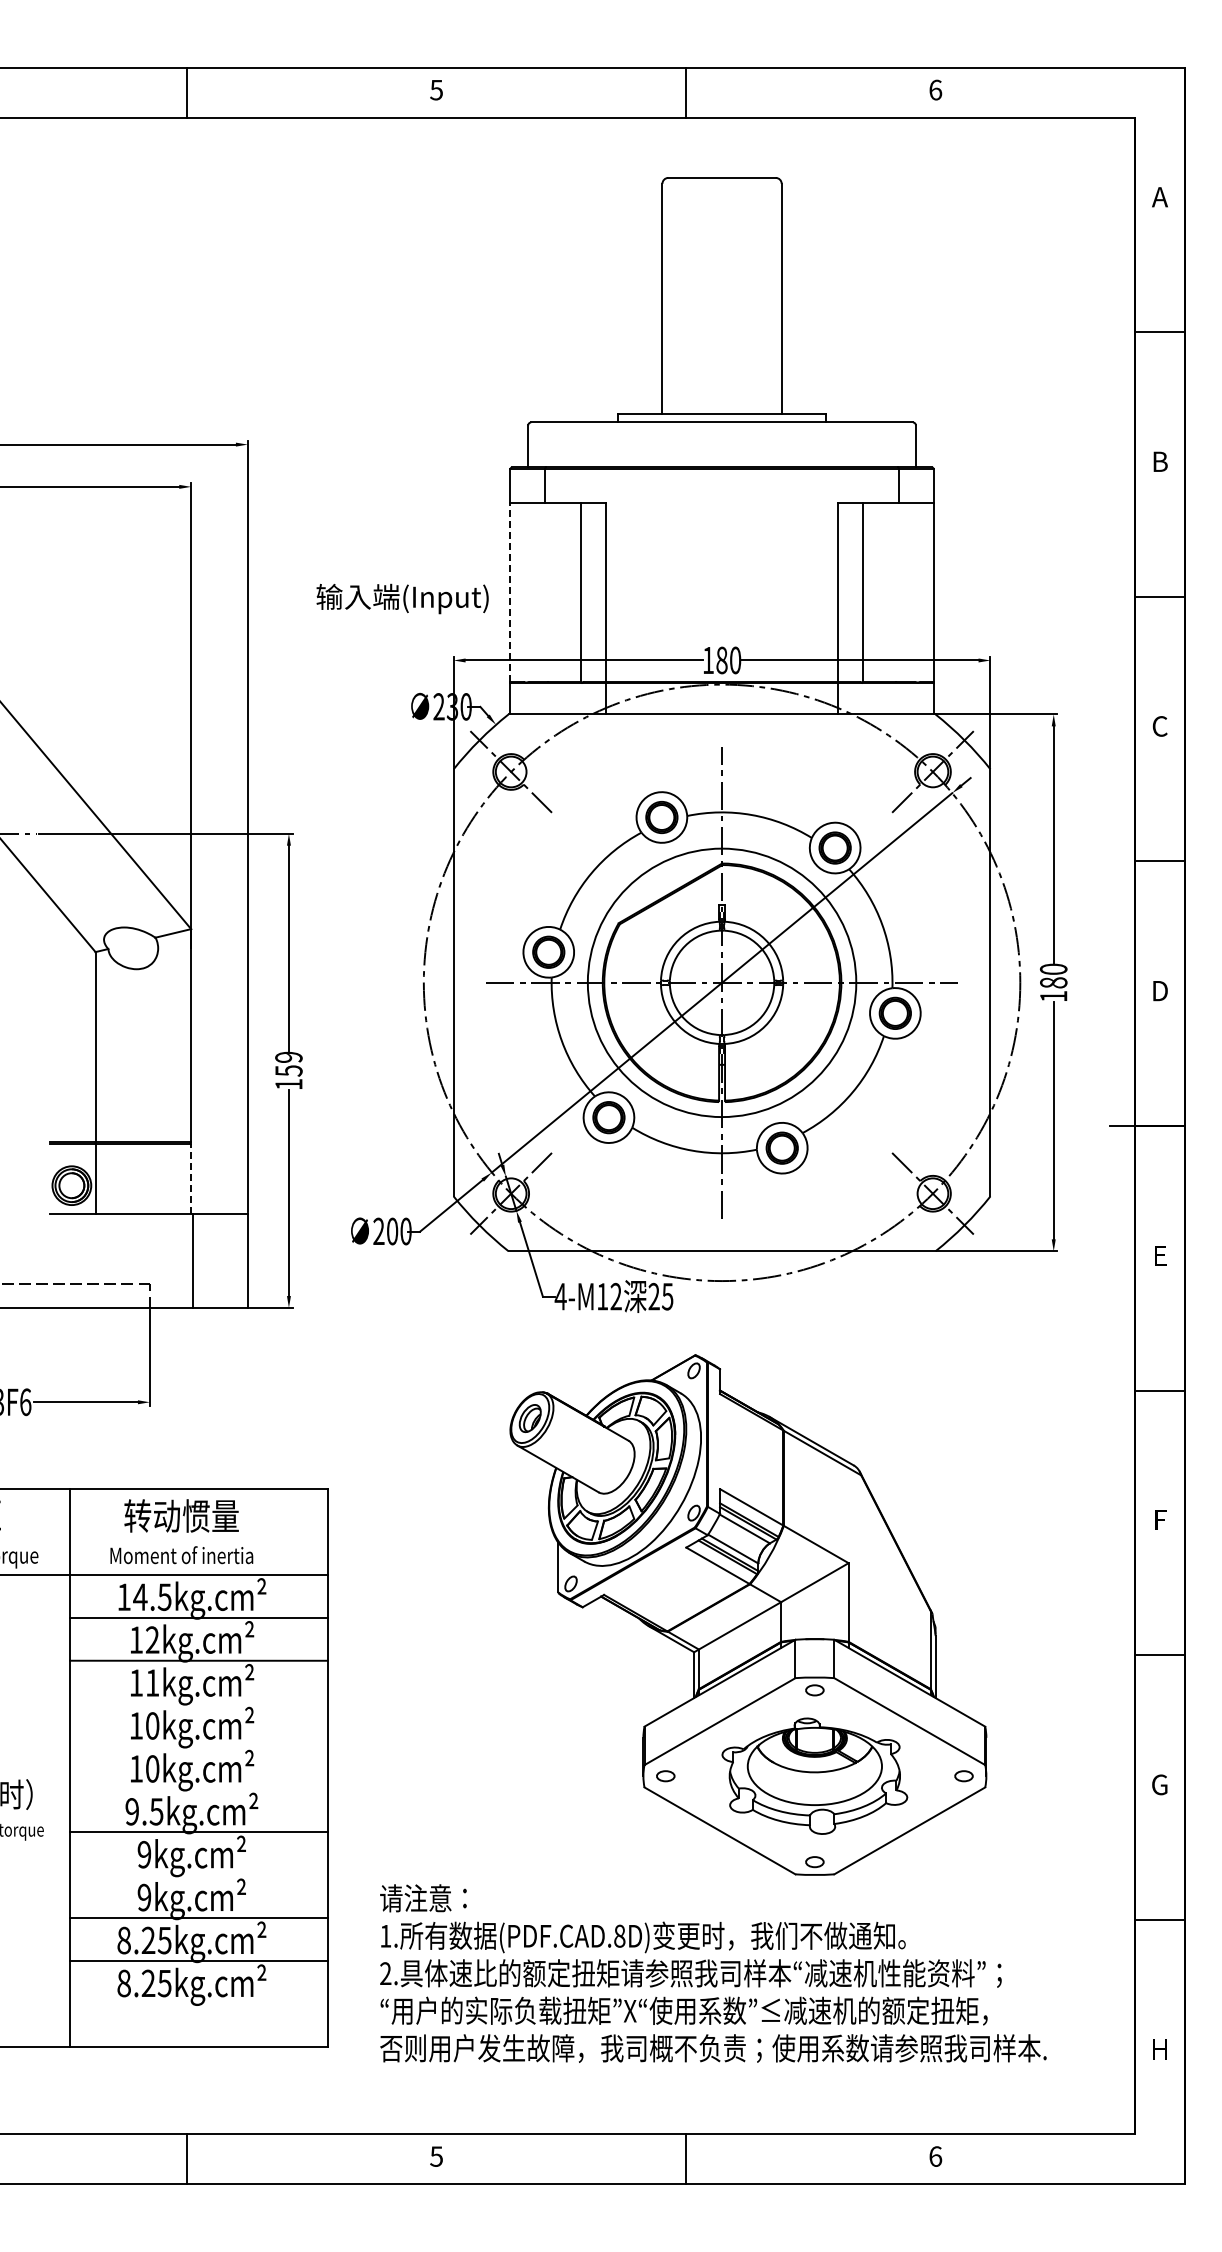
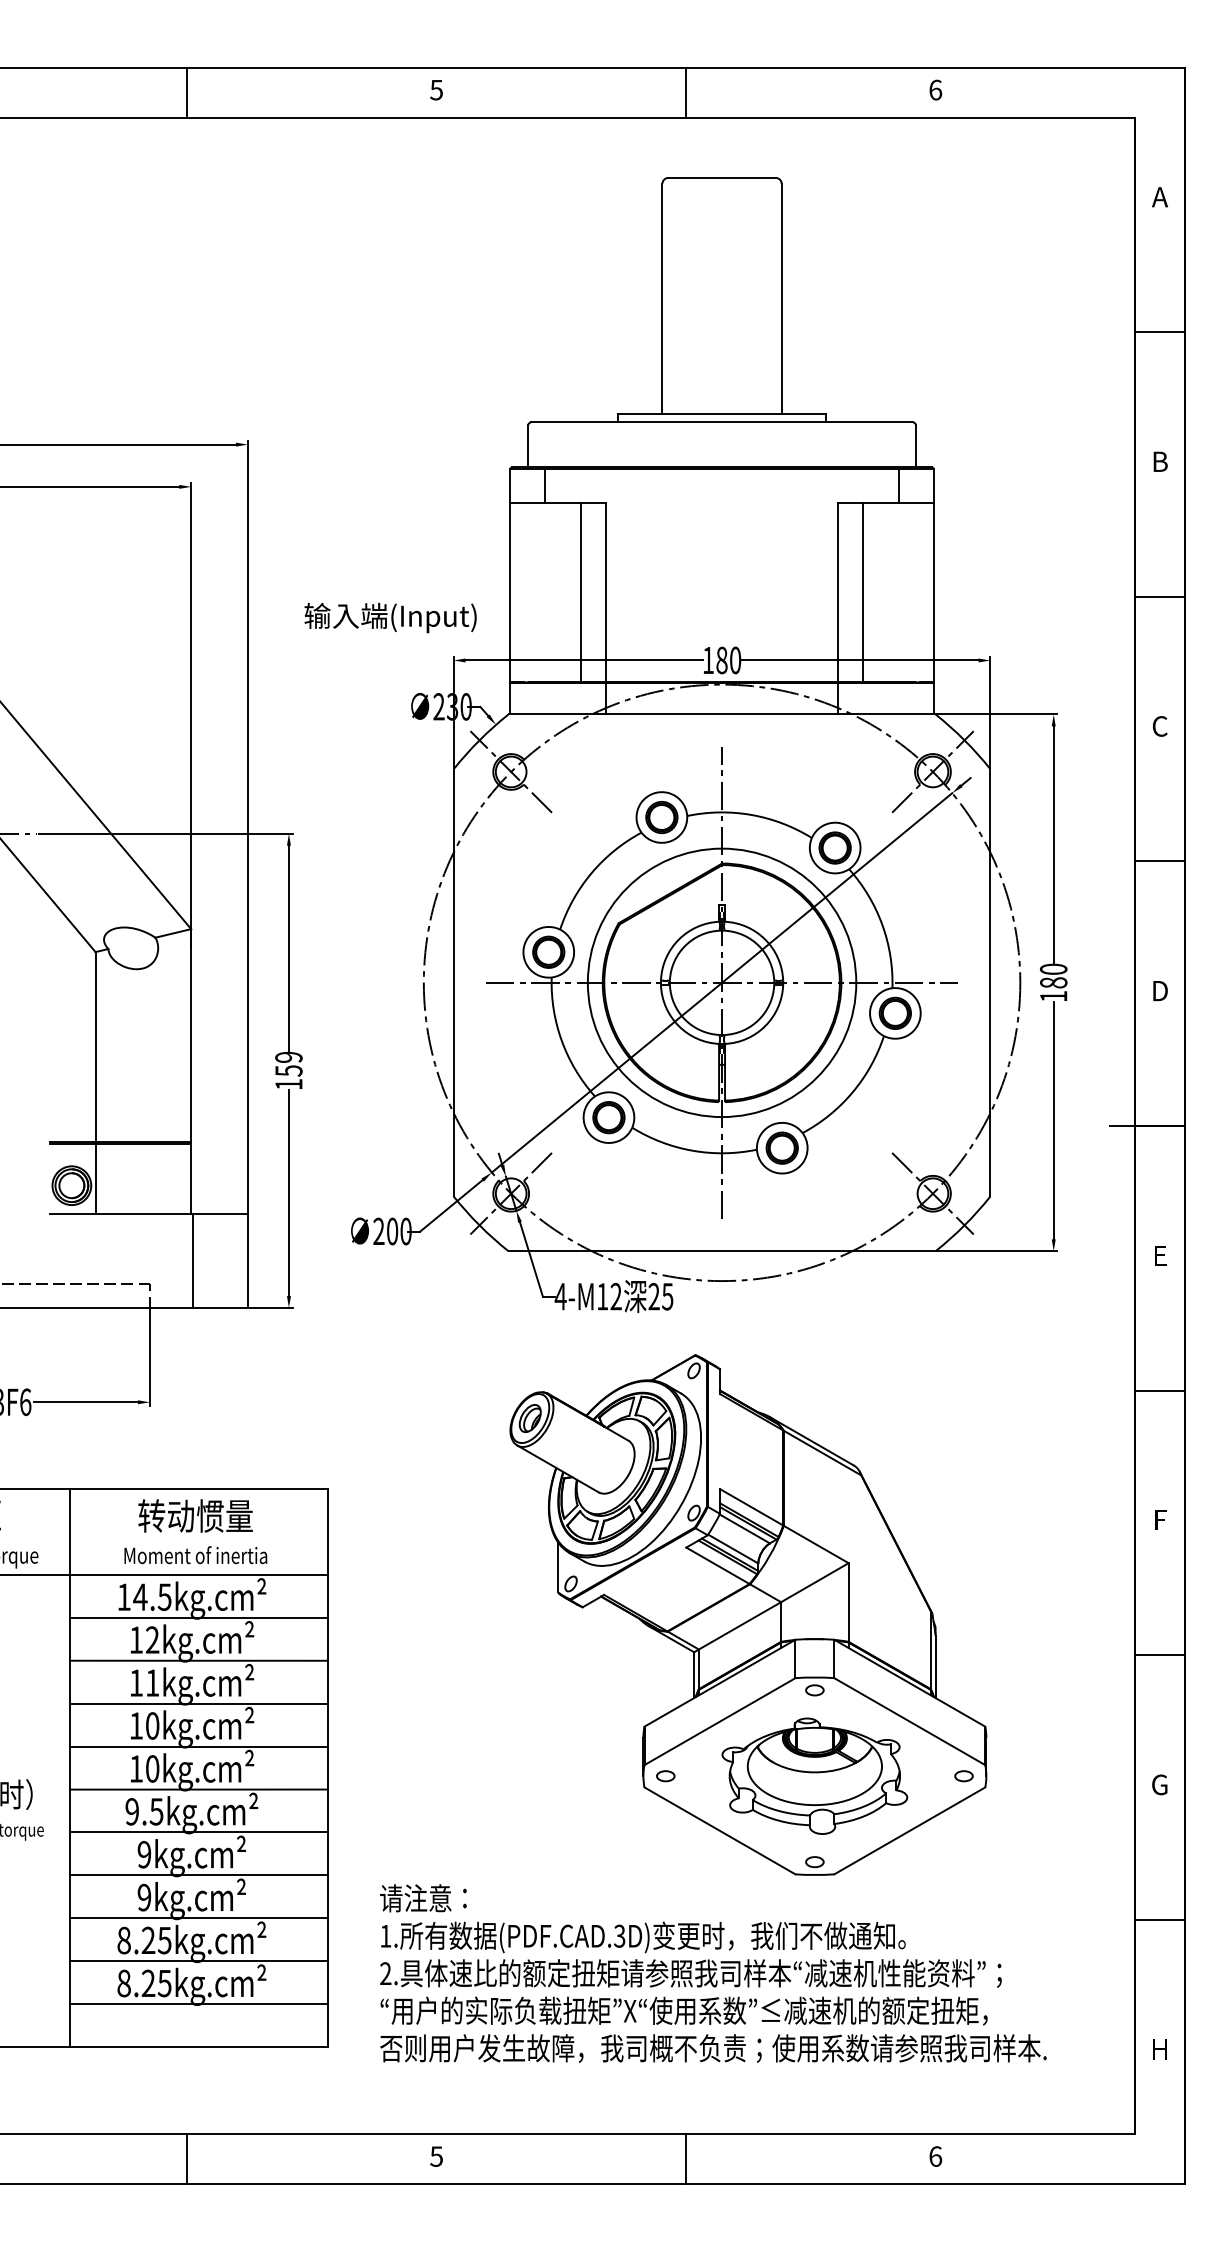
line at (510, 591): dashed -> solid
text at (402, 598) position: (402, 598) -> (390, 617)
line at (191, 1178): dashed -> solid
text at (181, 1531) position: (181, 1531) -> (195, 1531)
line at (198, 1703): none -> present
line at (198, 1746): none -> present
line at (198, 1789): none -> present
line at (198, 1875): none -> present
text at (619, 1935): (PDF.CAD.8D) -> (PDF.CAD.3D)
line at (198, 2004): none -> present
